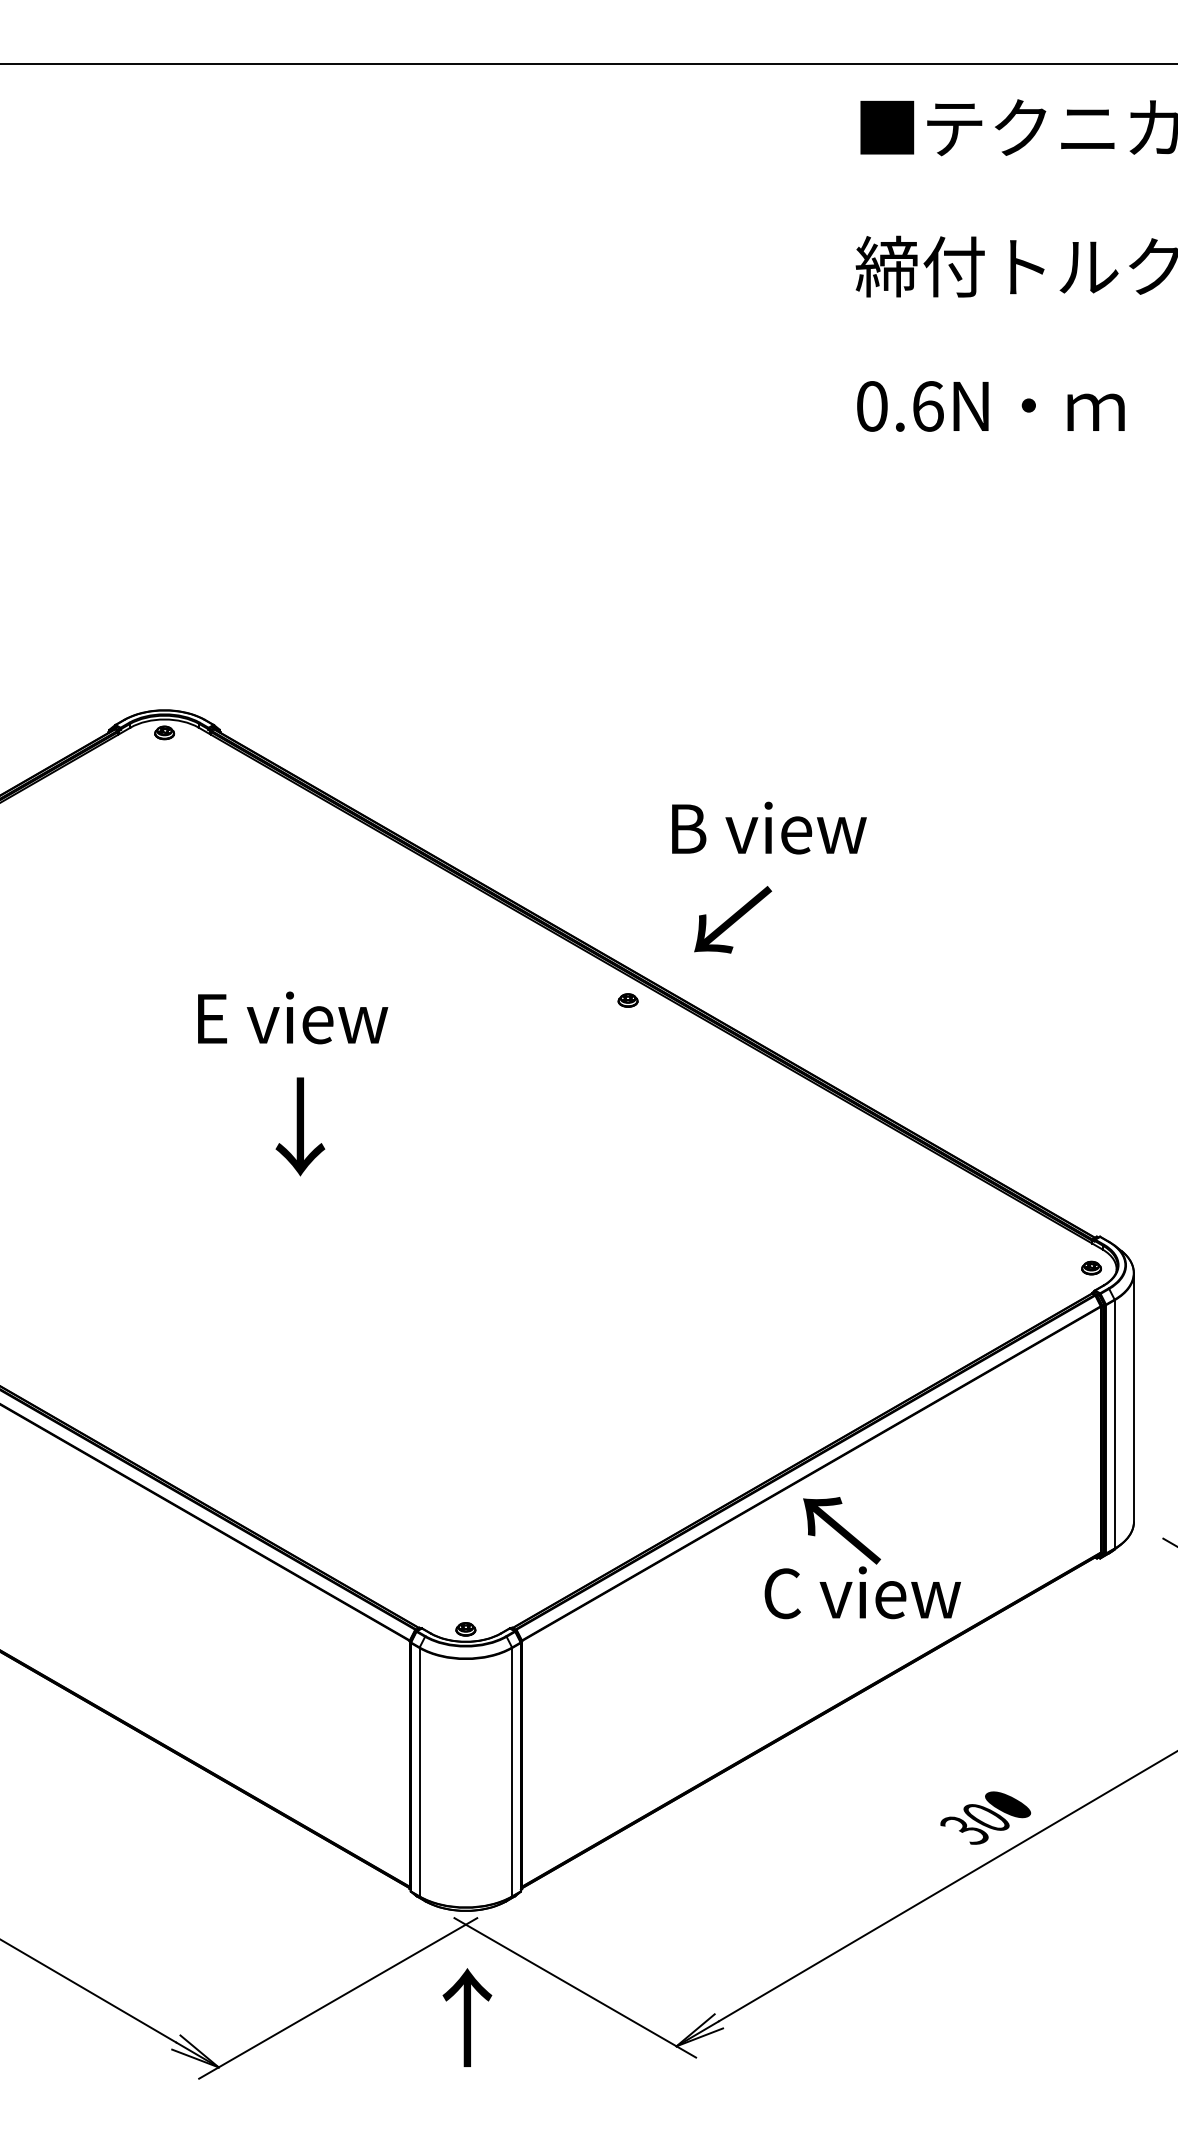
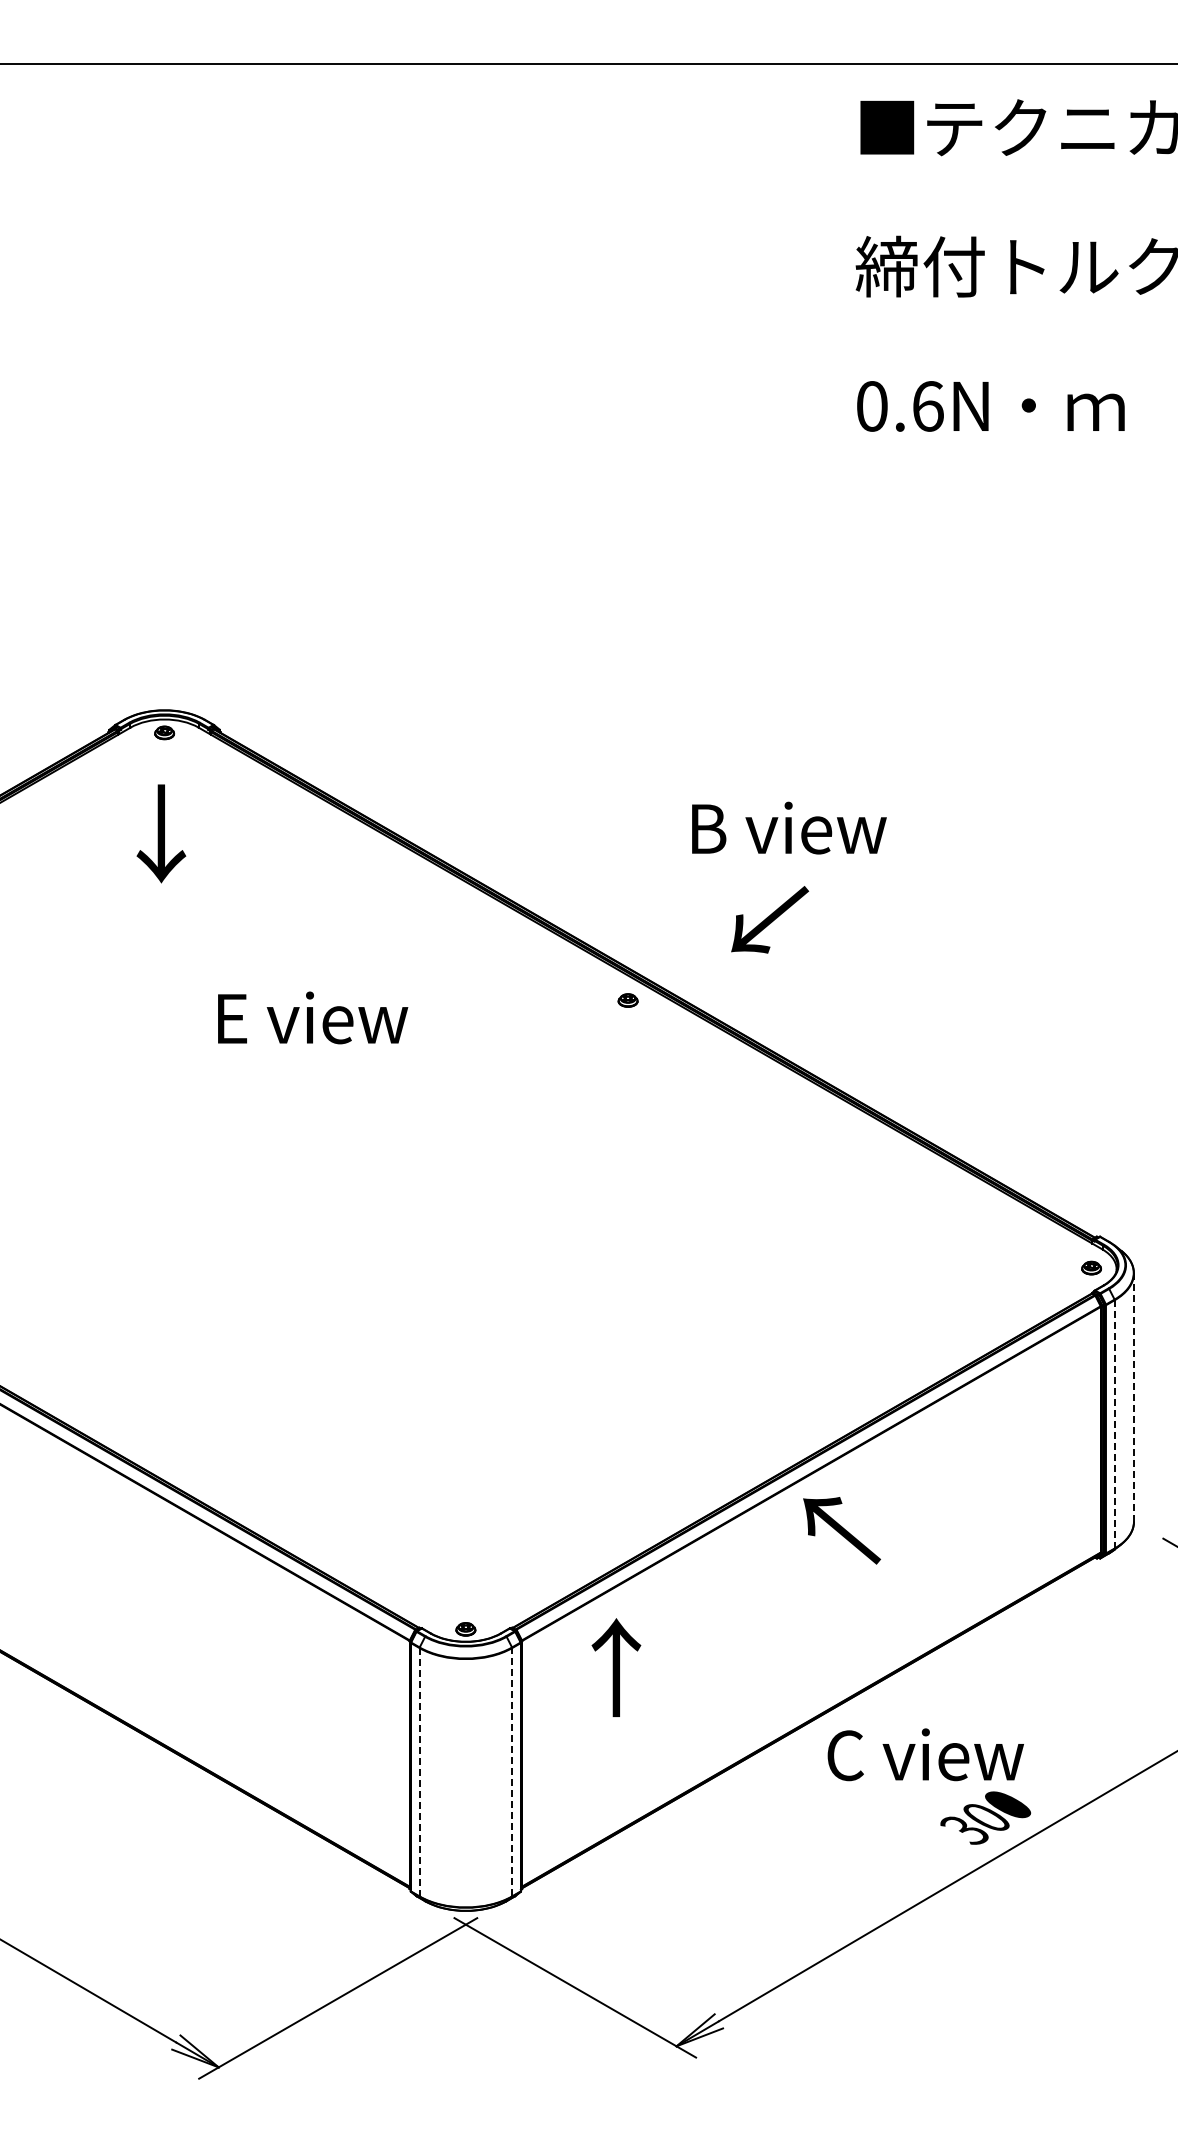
text at (769, 827) position: (769, 827) -> (789, 827)
text at (733, 919) position: (733, 919) -> (770, 919)
text at (293, 1017) position: (293, 1017) -> (313, 1017)
text at (300, 1126) position: (300, 1126) -> (161, 833)
line at (1133, 1397): solid -> dashed
line at (1114, 1424): solid -> dashed
text at (862, 1592) position: (862, 1592) -> (925, 1754)
line at (512, 1771): solid -> dashed
line at (419, 1772): solid -> dashed
text at (467, 2017) position: (467, 2017) -> (616, 1667)
